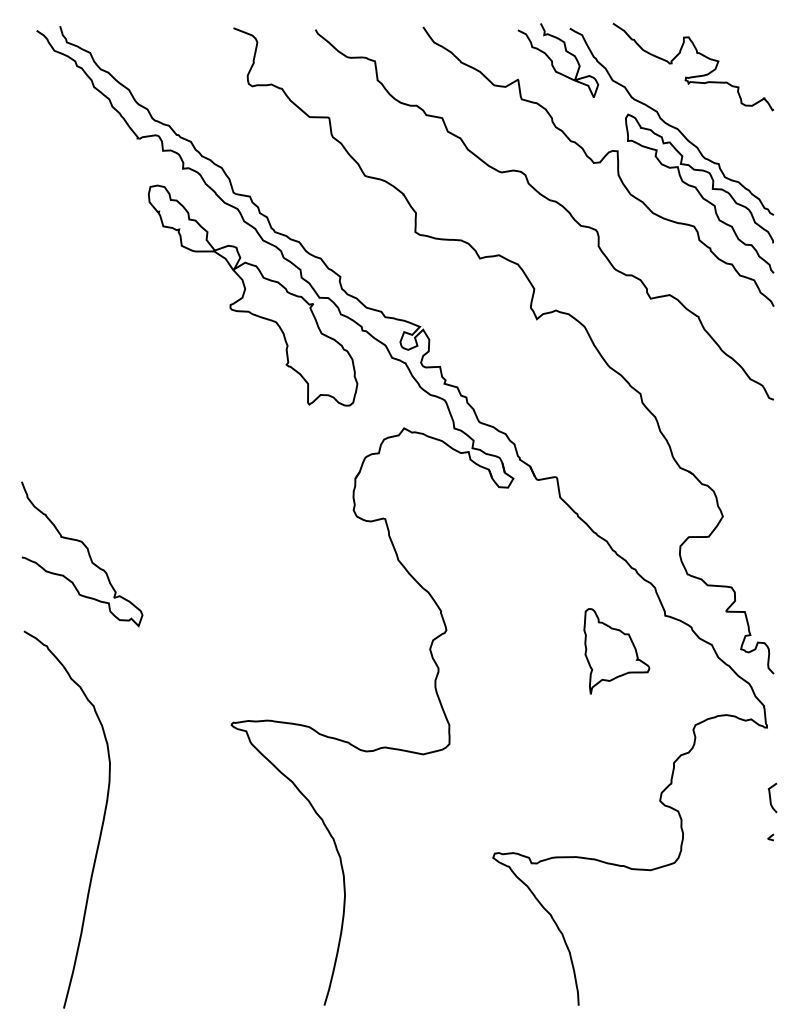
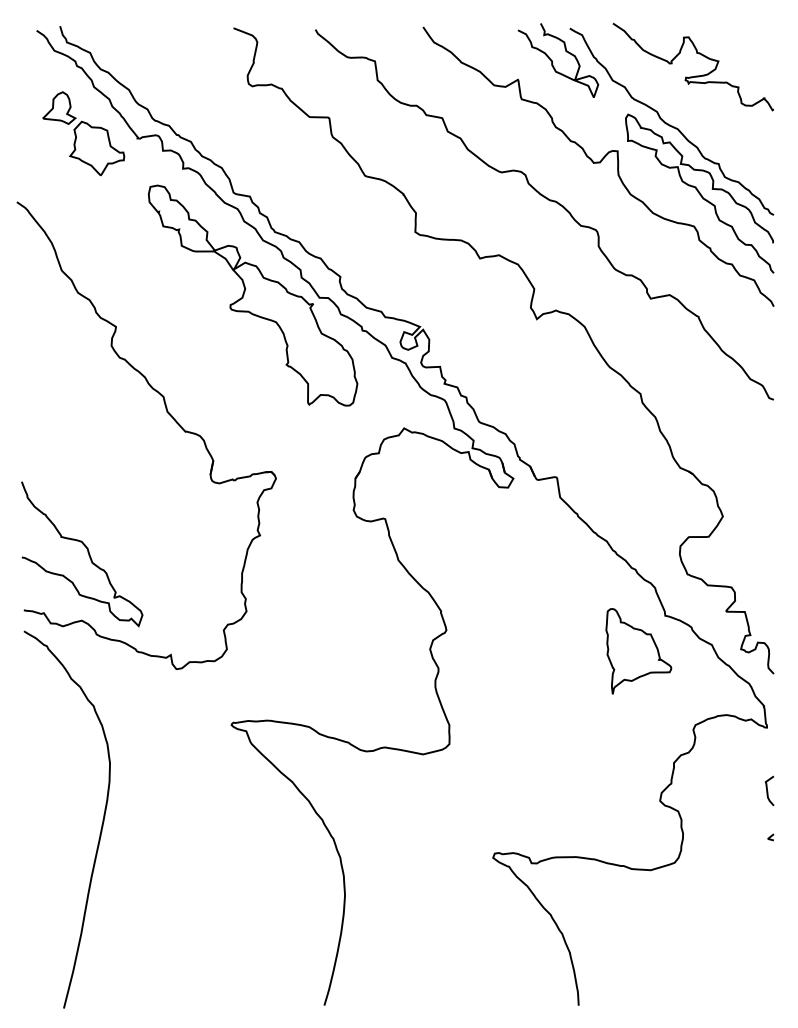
part at (83, 133): none -> present
part at (167, 413): none -> present
part at (616, 651) position: (616, 651) -> (638, 651)
curve at (771, 798) position: (771, 798) -> (768, 791)
